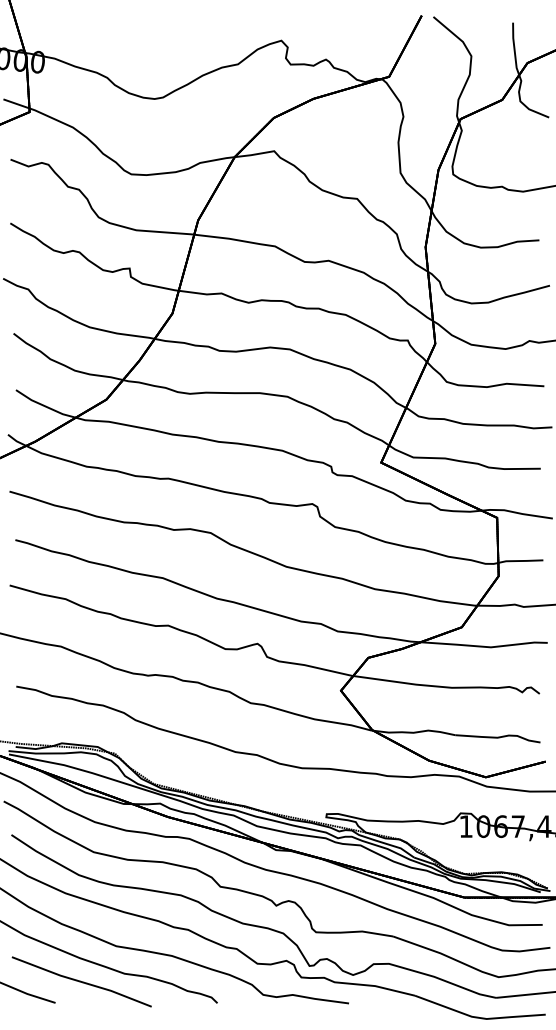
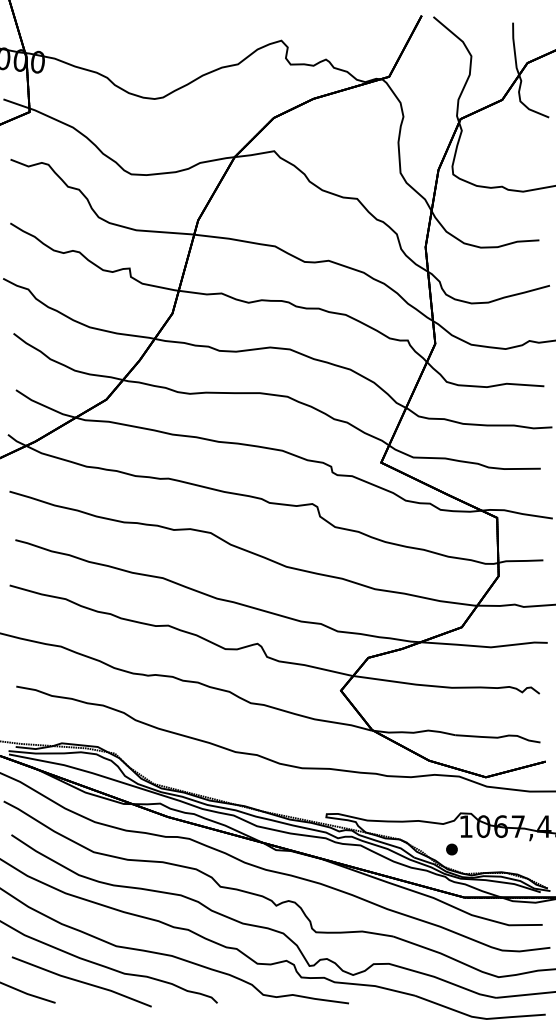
part at (451, 849): none -> present
